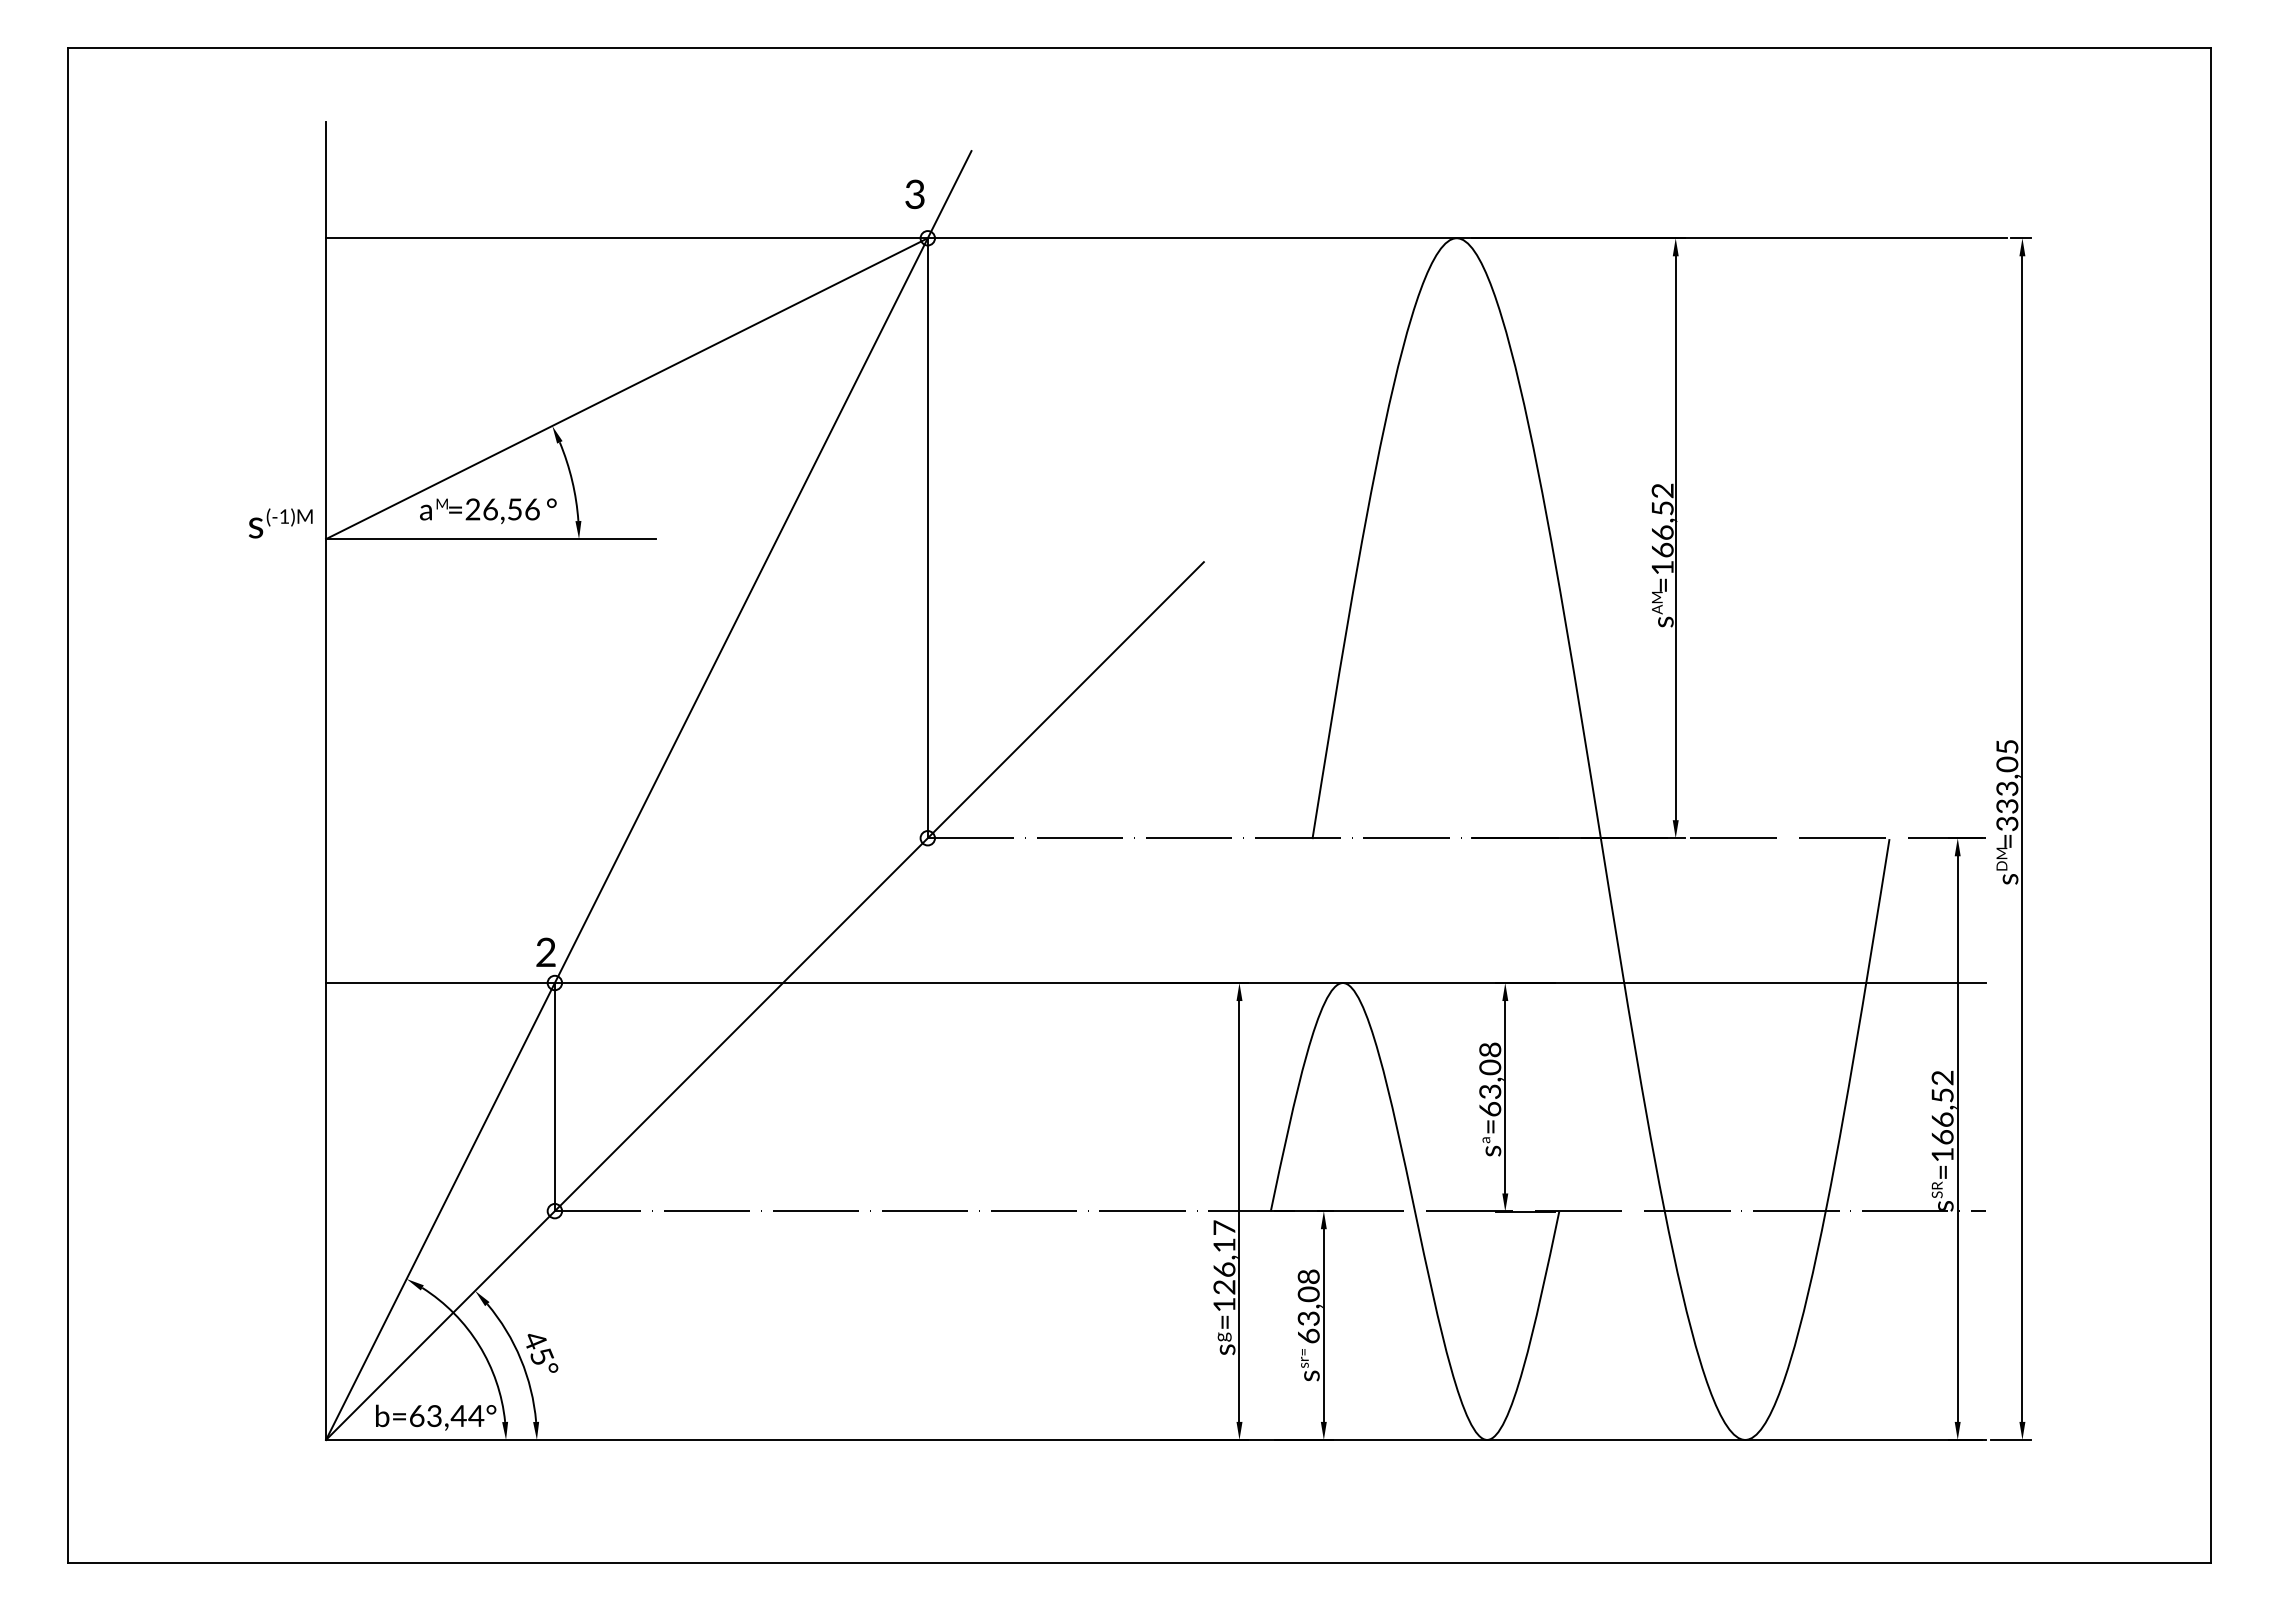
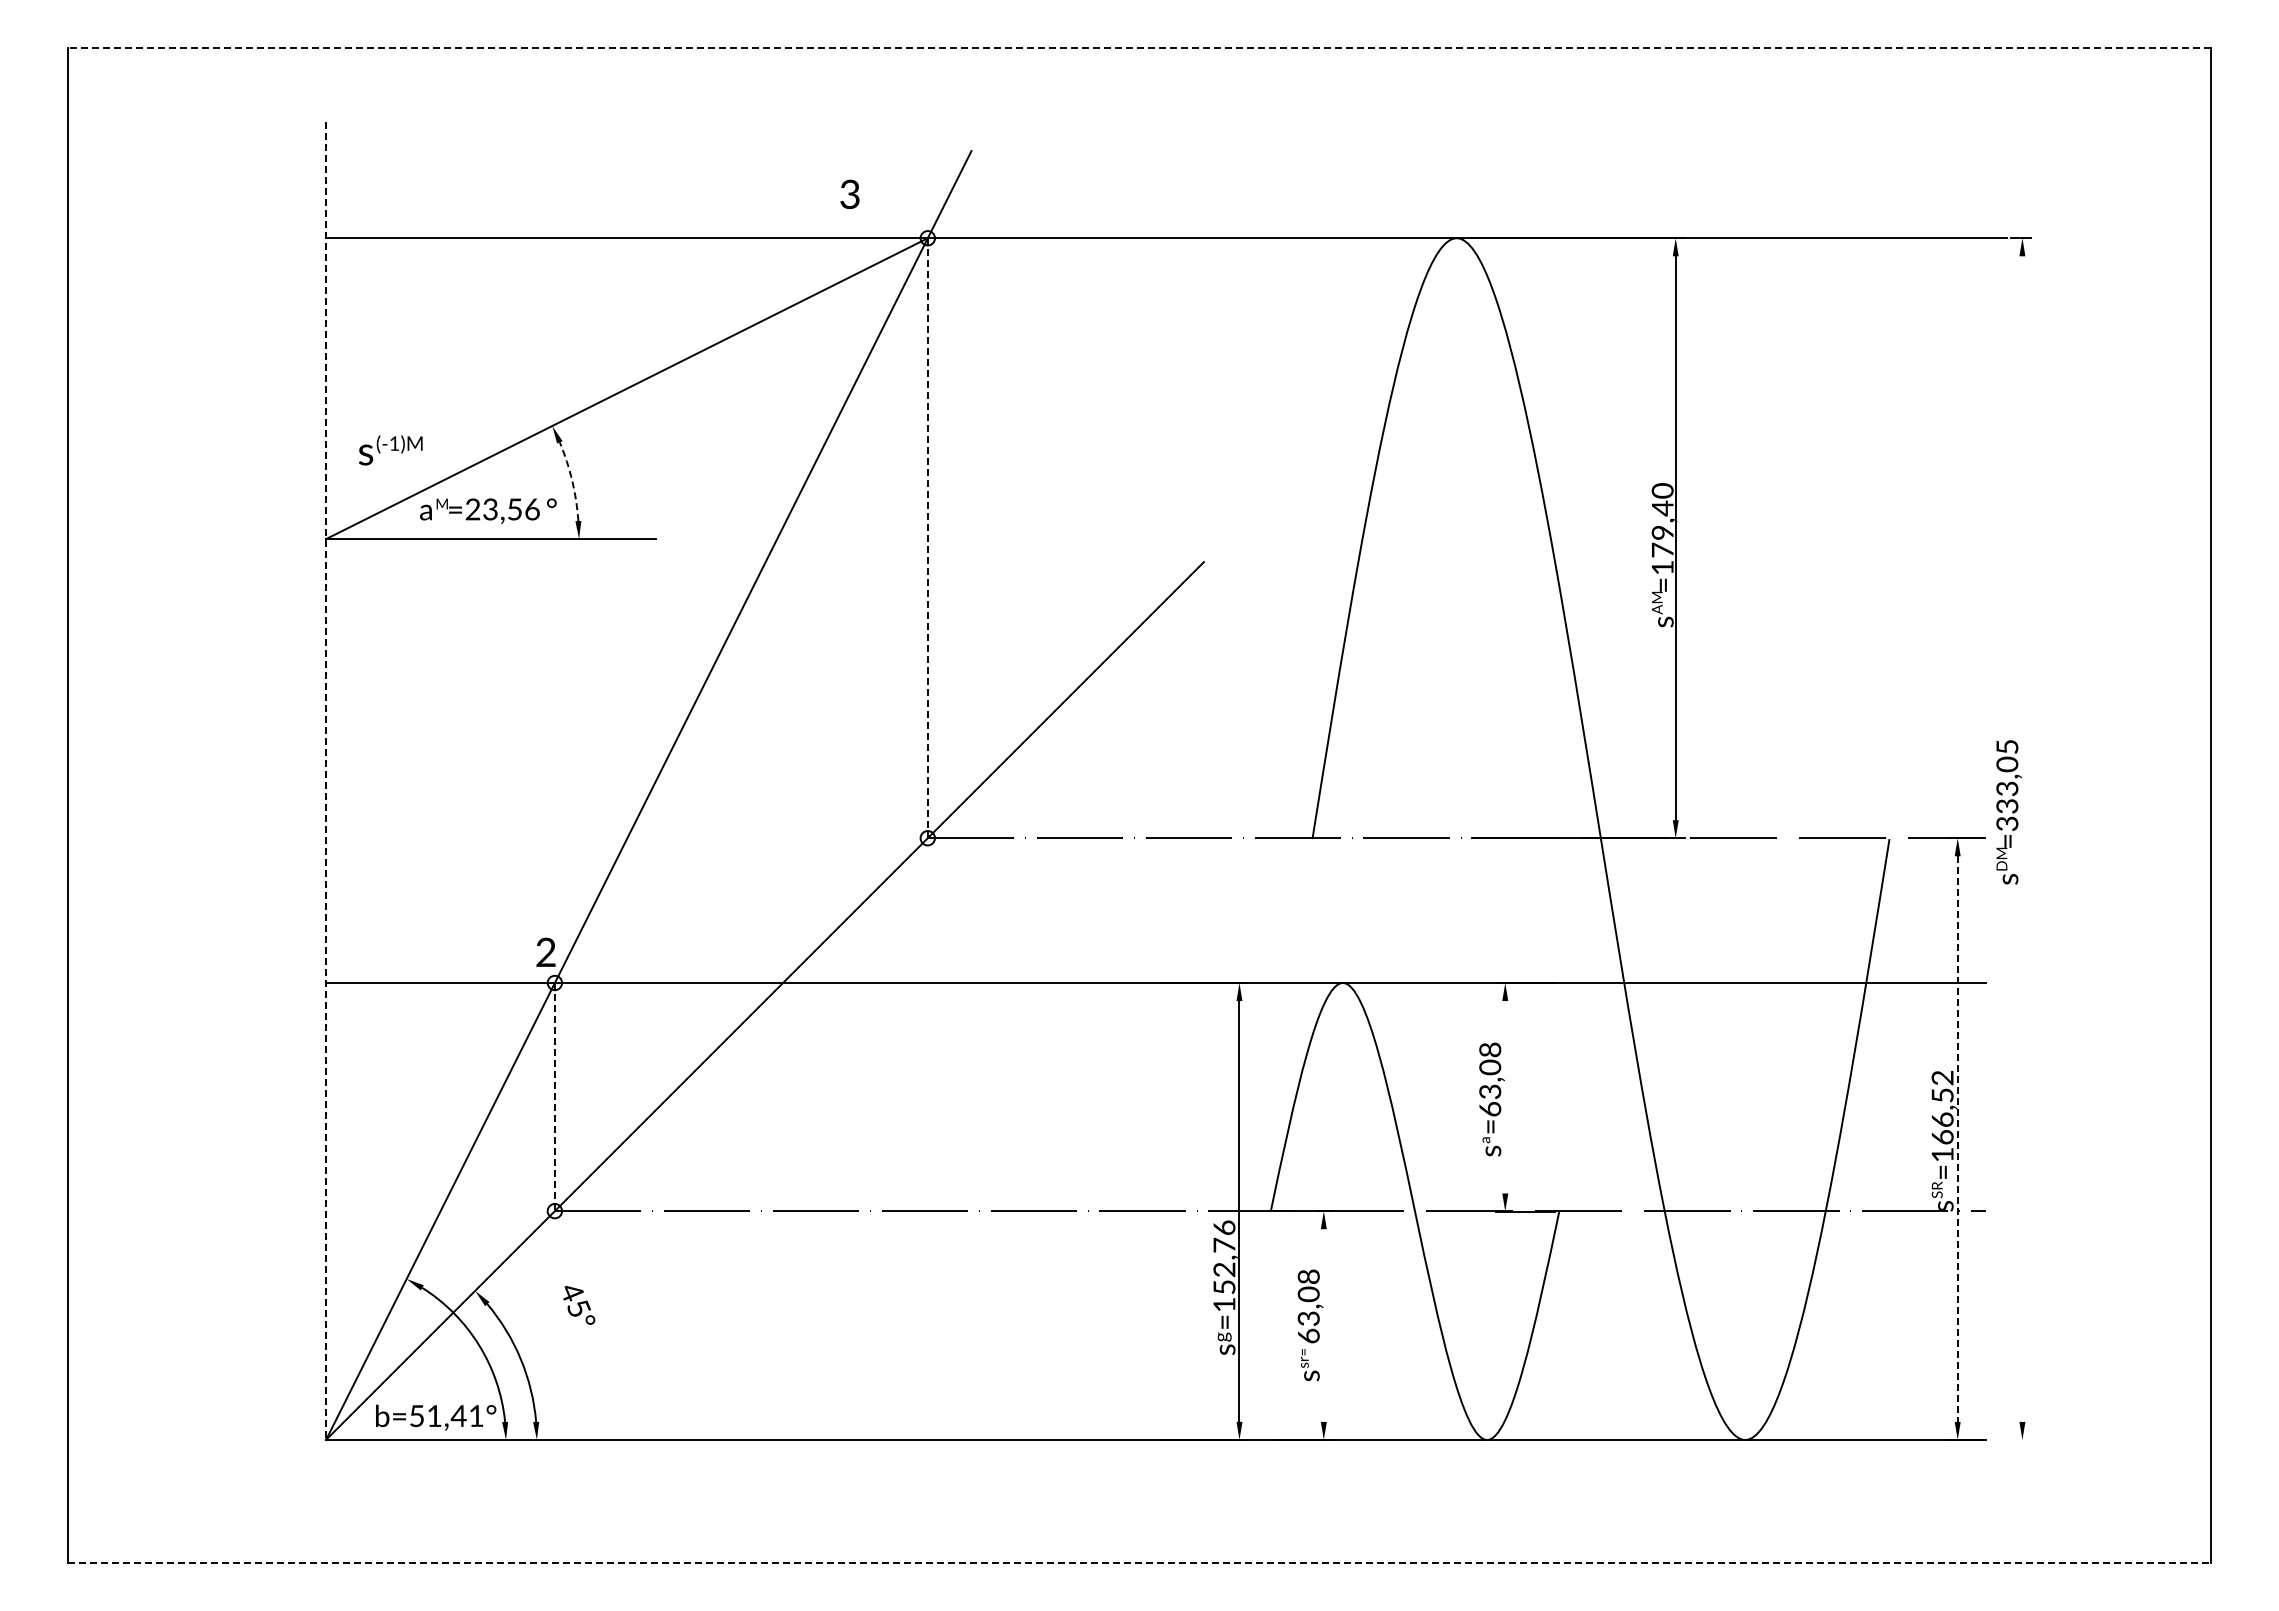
line at (1139, 48): solid -> dashed
text at (914, 194) position: (914, 194) -> (849, 194)
arc at (572, 481): solid -> dashed
text at (490, 508): =26,56 -> =23,56
text at (1662, 520): =166,52 -> =179,40
text at (280, 523) position: (280, 523) -> (390, 450)
line at (927, 538): solid -> dashed
line at (326, 781): solid -> dashed
line at (2022, 838): present -> none
line at (554, 1097): solid -> dashed
line at (1505, 1097): present -> none
line at (1957, 1139): solid -> dashed
text at (1224, 1257): =126,17 -> =152,76
line at (1323, 1325): present -> none
text at (542, 1353) position: (542, 1353) -> (579, 1305)
text at (447, 1416): =63,44° -> =51,41°
line at (2010, 1439): present -> none
line at (1139, 1562): solid -> dashed
